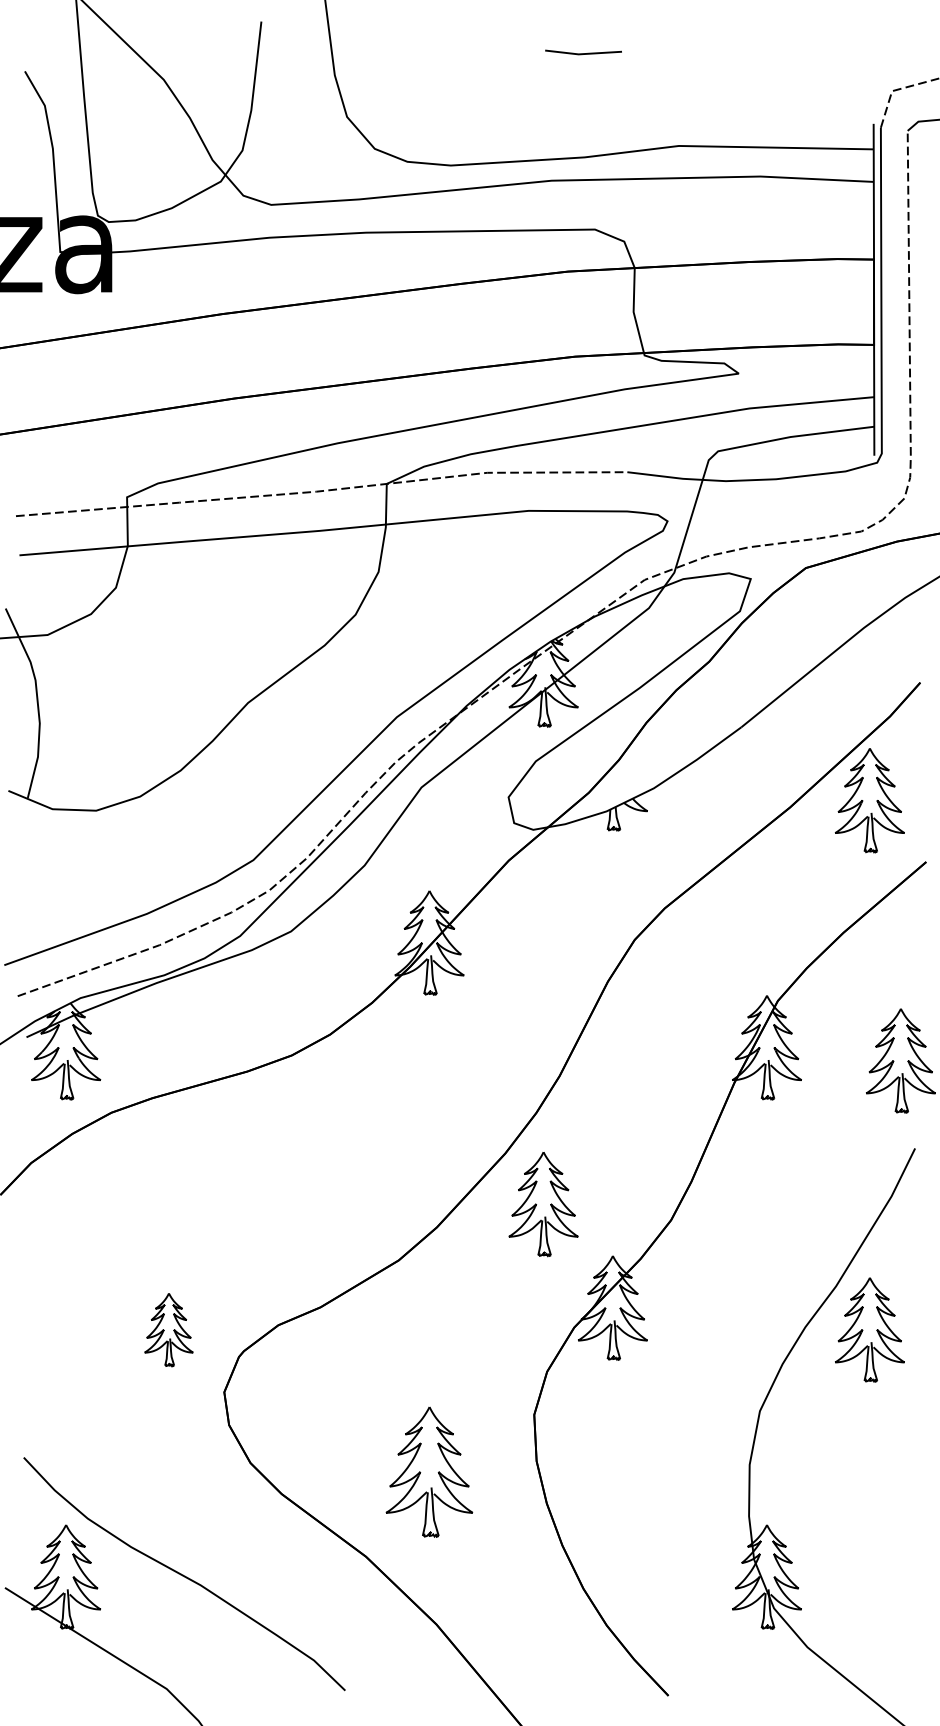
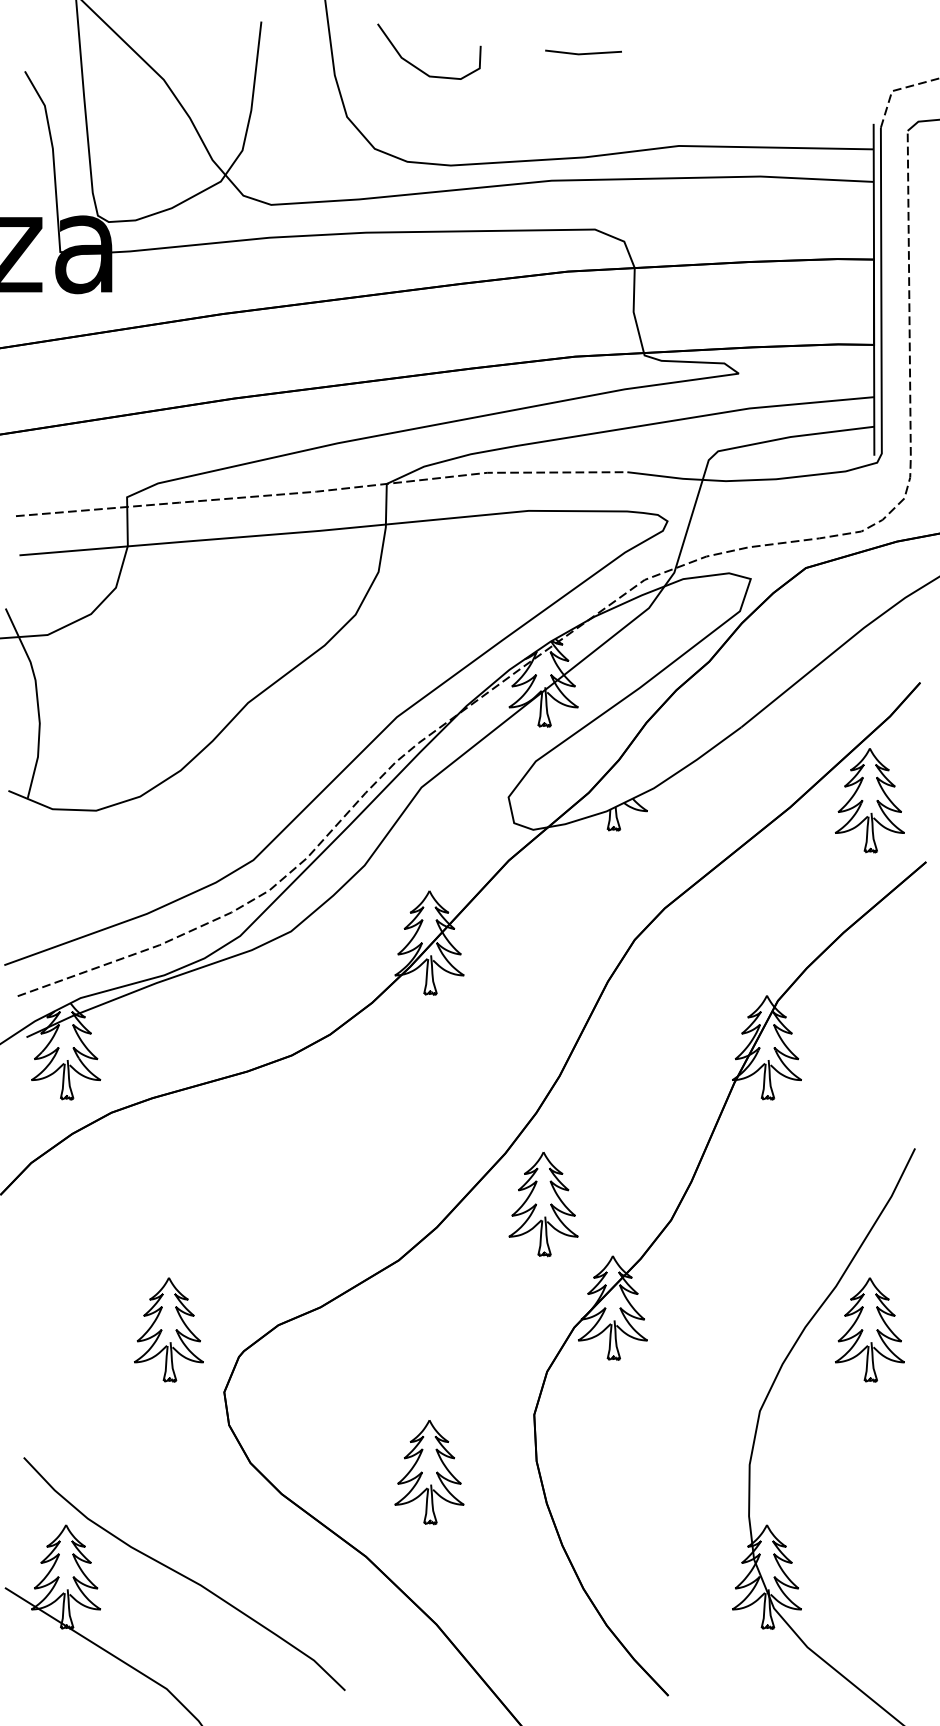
curve at (418, 67): none -> present
part at (900, 1060): present -> none
part at (168, 1330) size: 50x75 px -> 70x106 px
part at (429, 1471) size: 89x132 px -> 71x106 px
